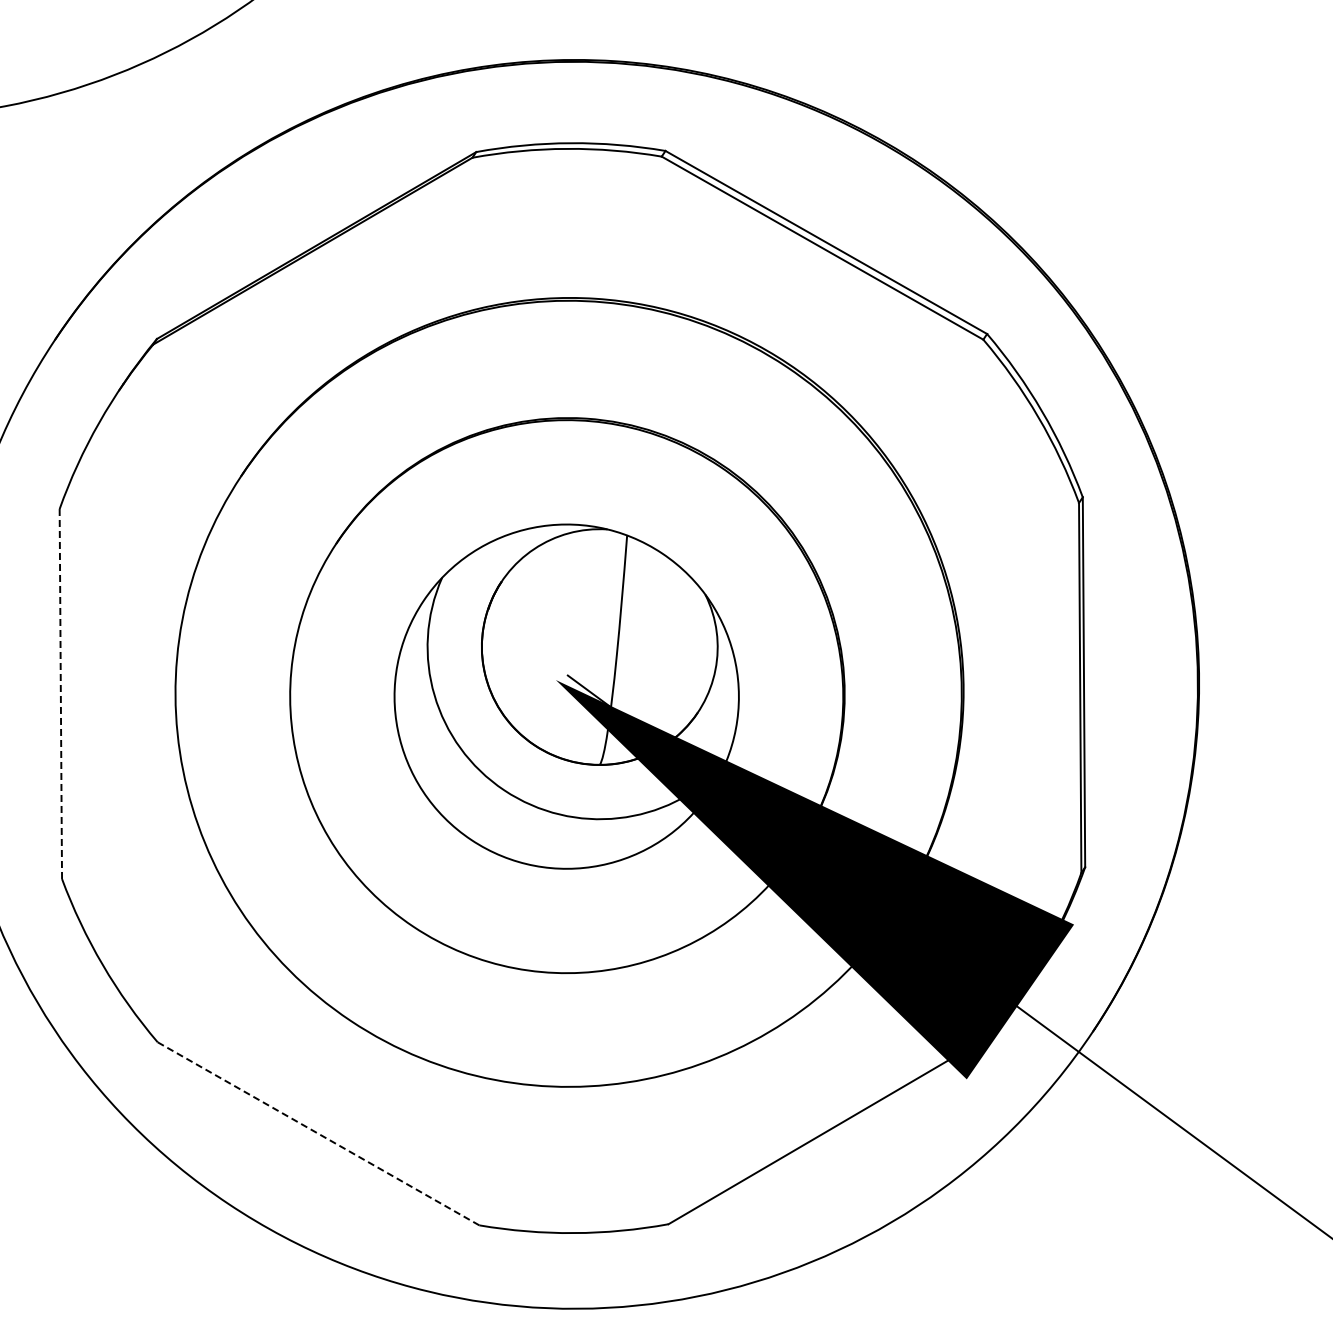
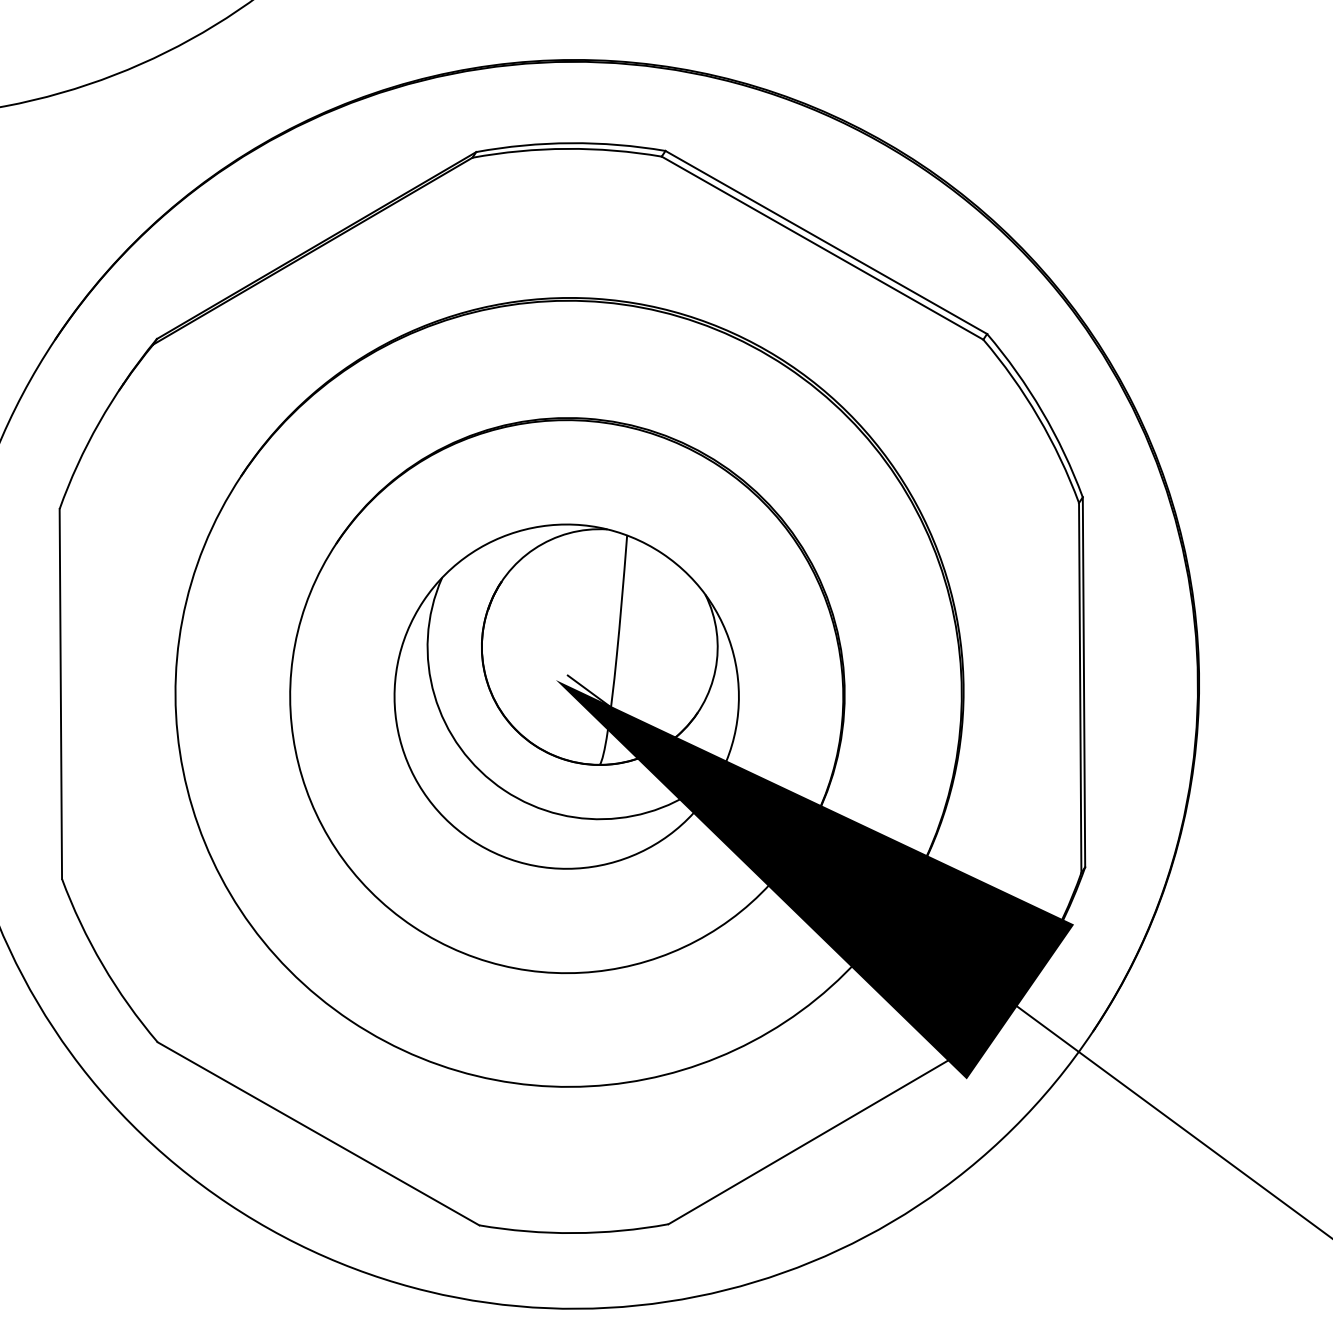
line at (60, 694): dashed -> solid
line at (318, 1133): dashed -> solid
